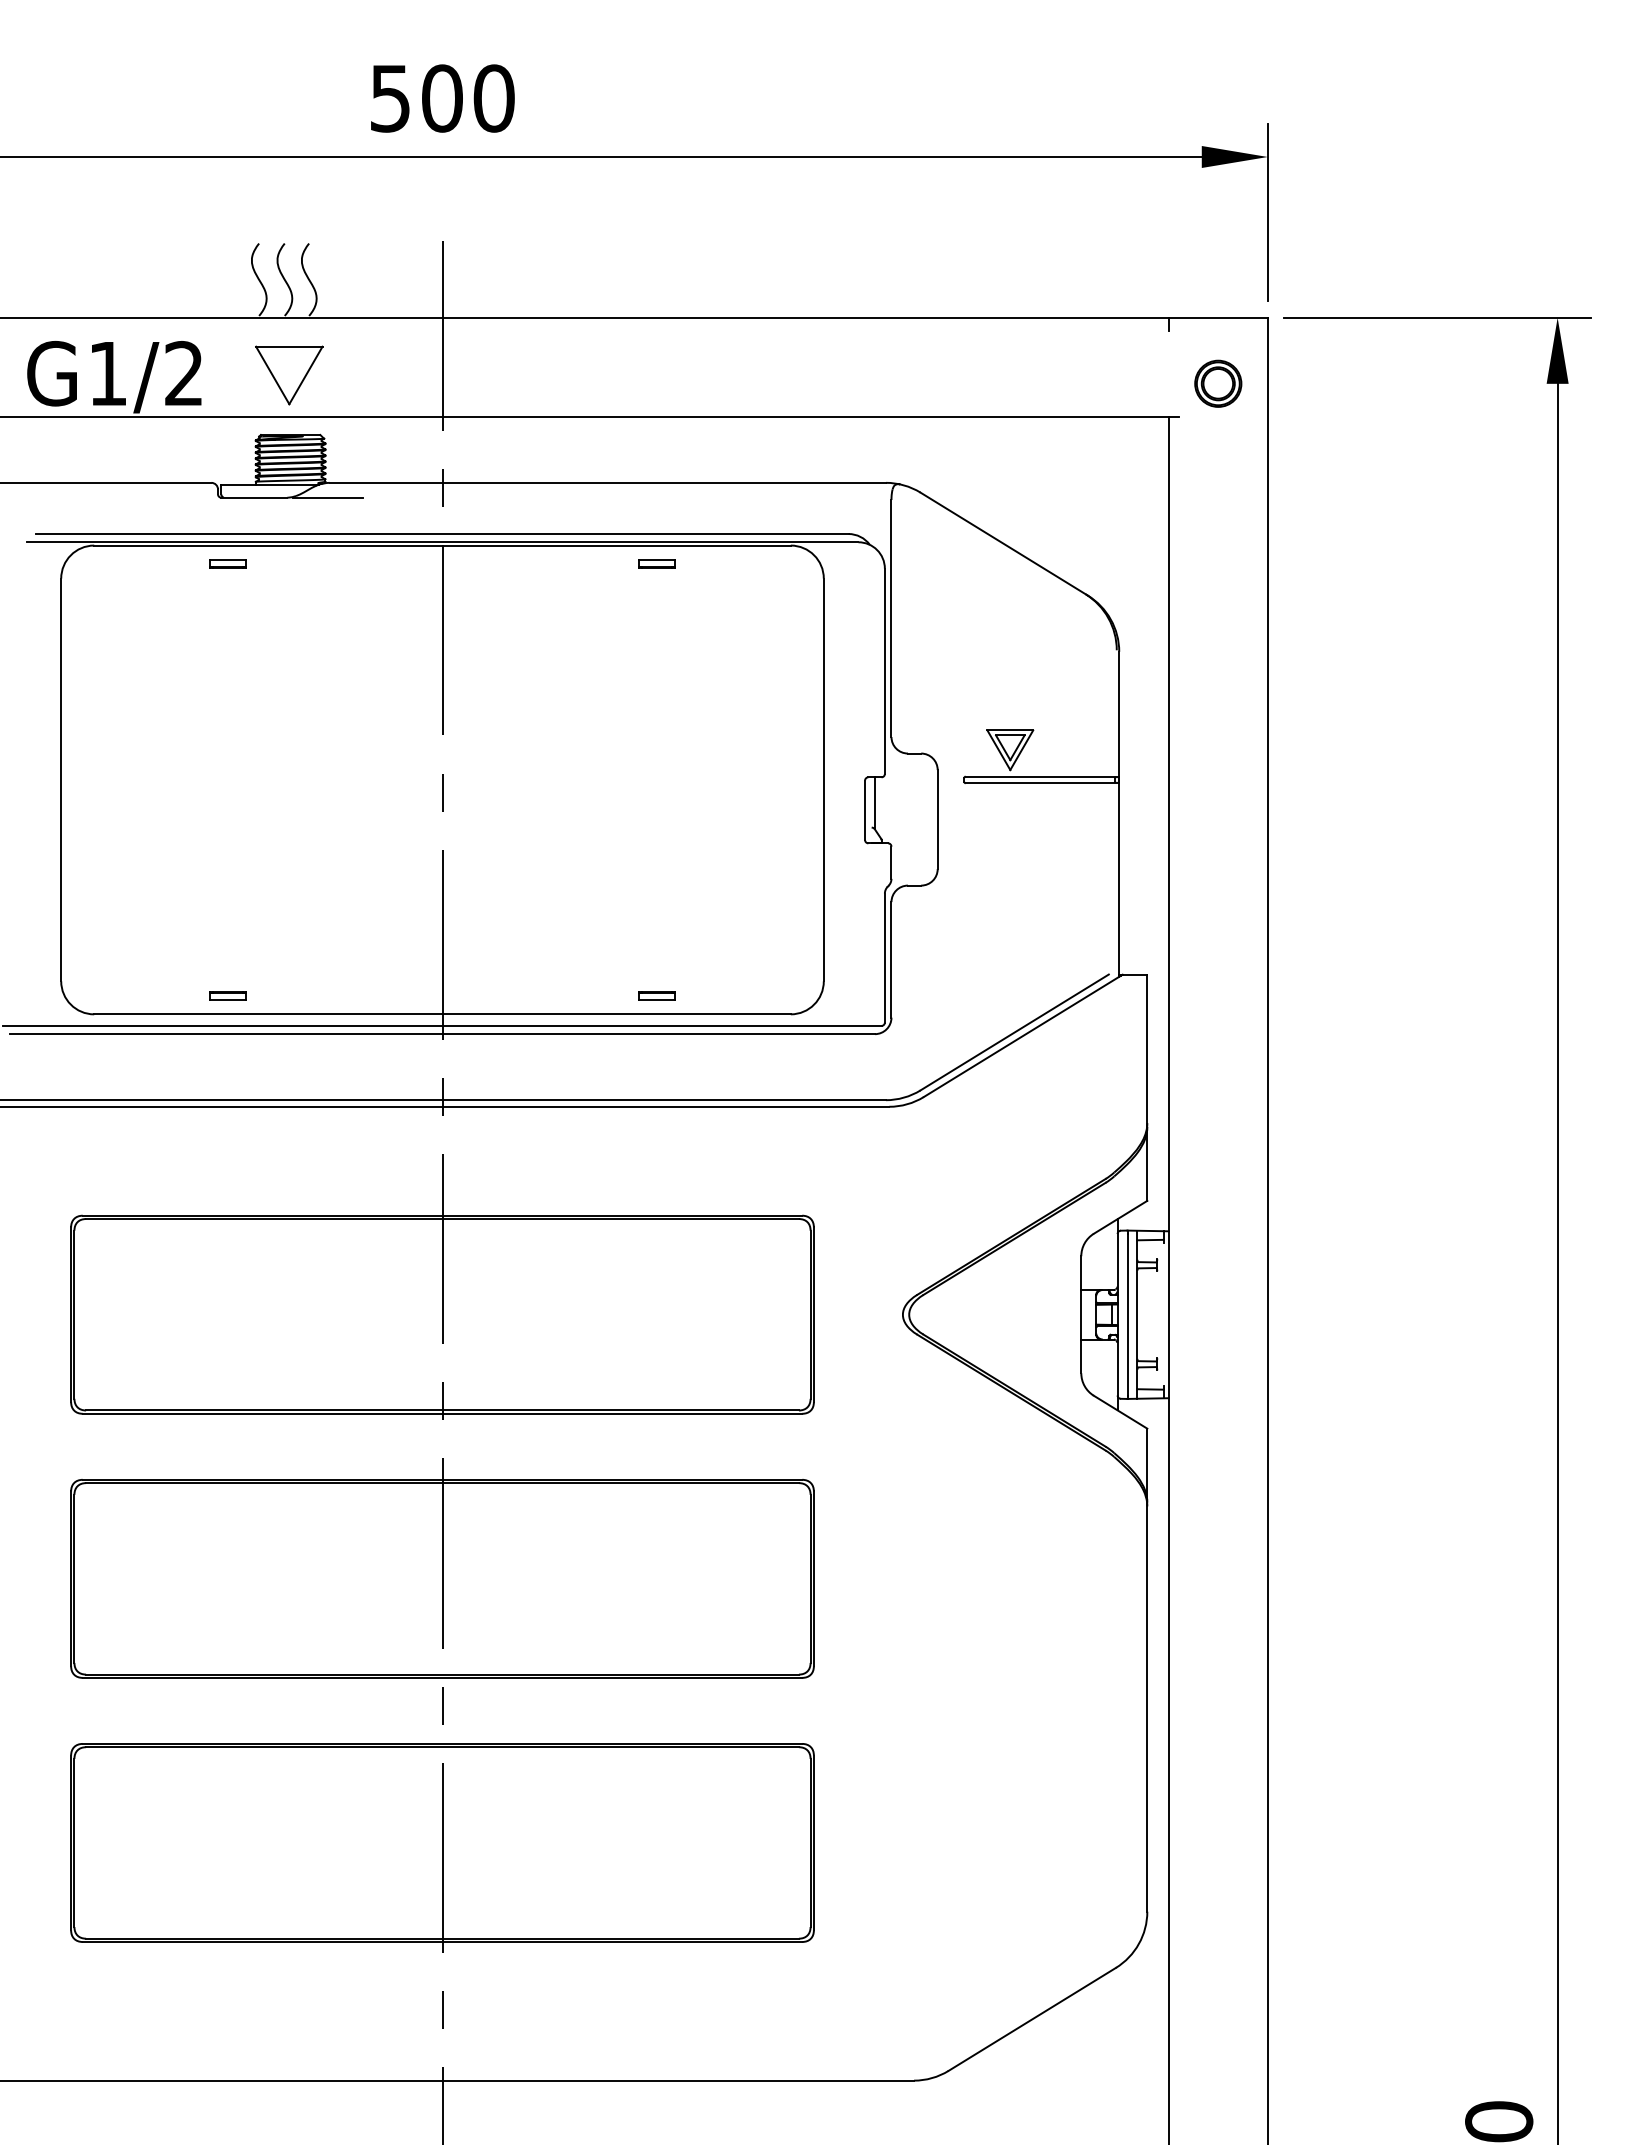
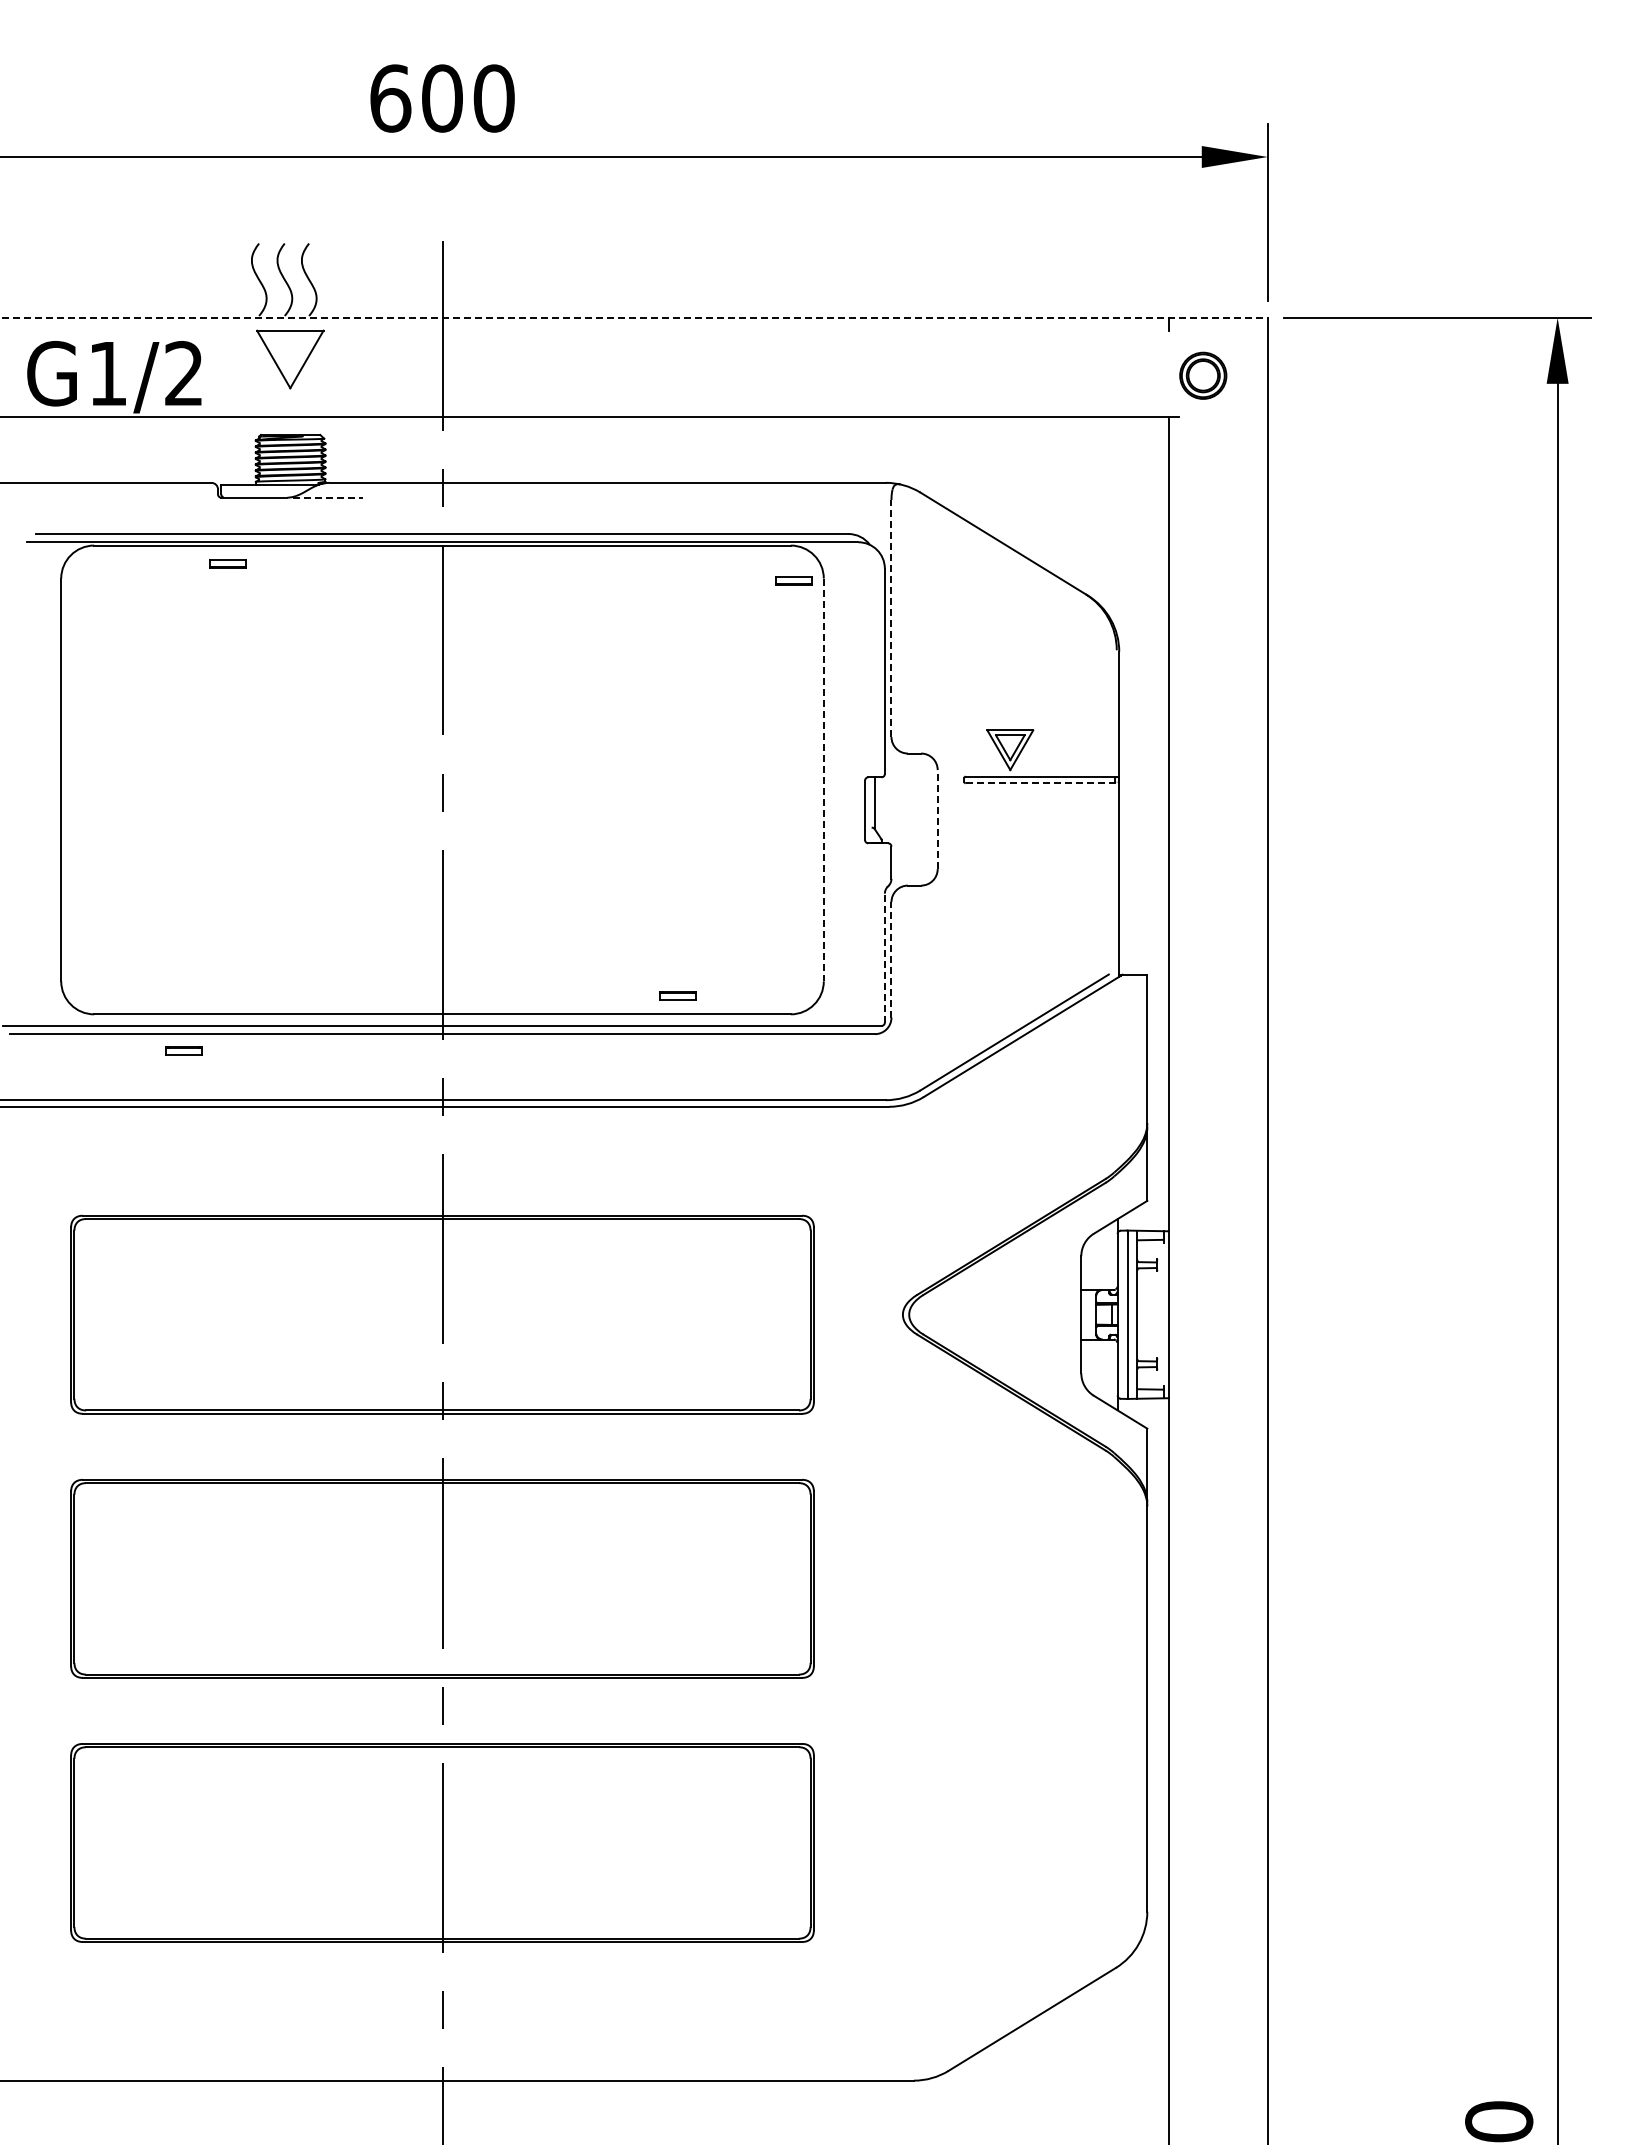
text at (390, 98): 500 -> 600
line at (633, 317): solid -> dashed
part at (289, 375) position: (289, 375) -> (290, 359)
part at (1218, 383) position: (1218, 383) -> (1203, 375)
line at (328, 497): solid -> dashed
part at (656, 563) position: (656, 563) -> (793, 580)
line at (891, 618): solid -> dashed
line at (823, 780): solid -> dashed
line at (1042, 783): solid -> dashed
line at (937, 819): solid -> dashed
line at (884, 957): solid -> dashed
line at (891, 959): solid -> dashed
part at (227, 995) position: (227, 995) -> (183, 1050)
part at (656, 995) position: (656, 995) -> (677, 995)
